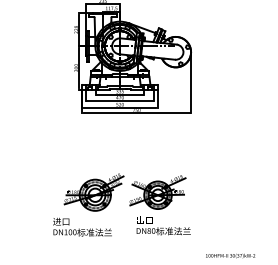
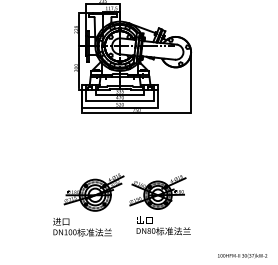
text at (230, 255) position: (230, 255) -> (242, 255)
